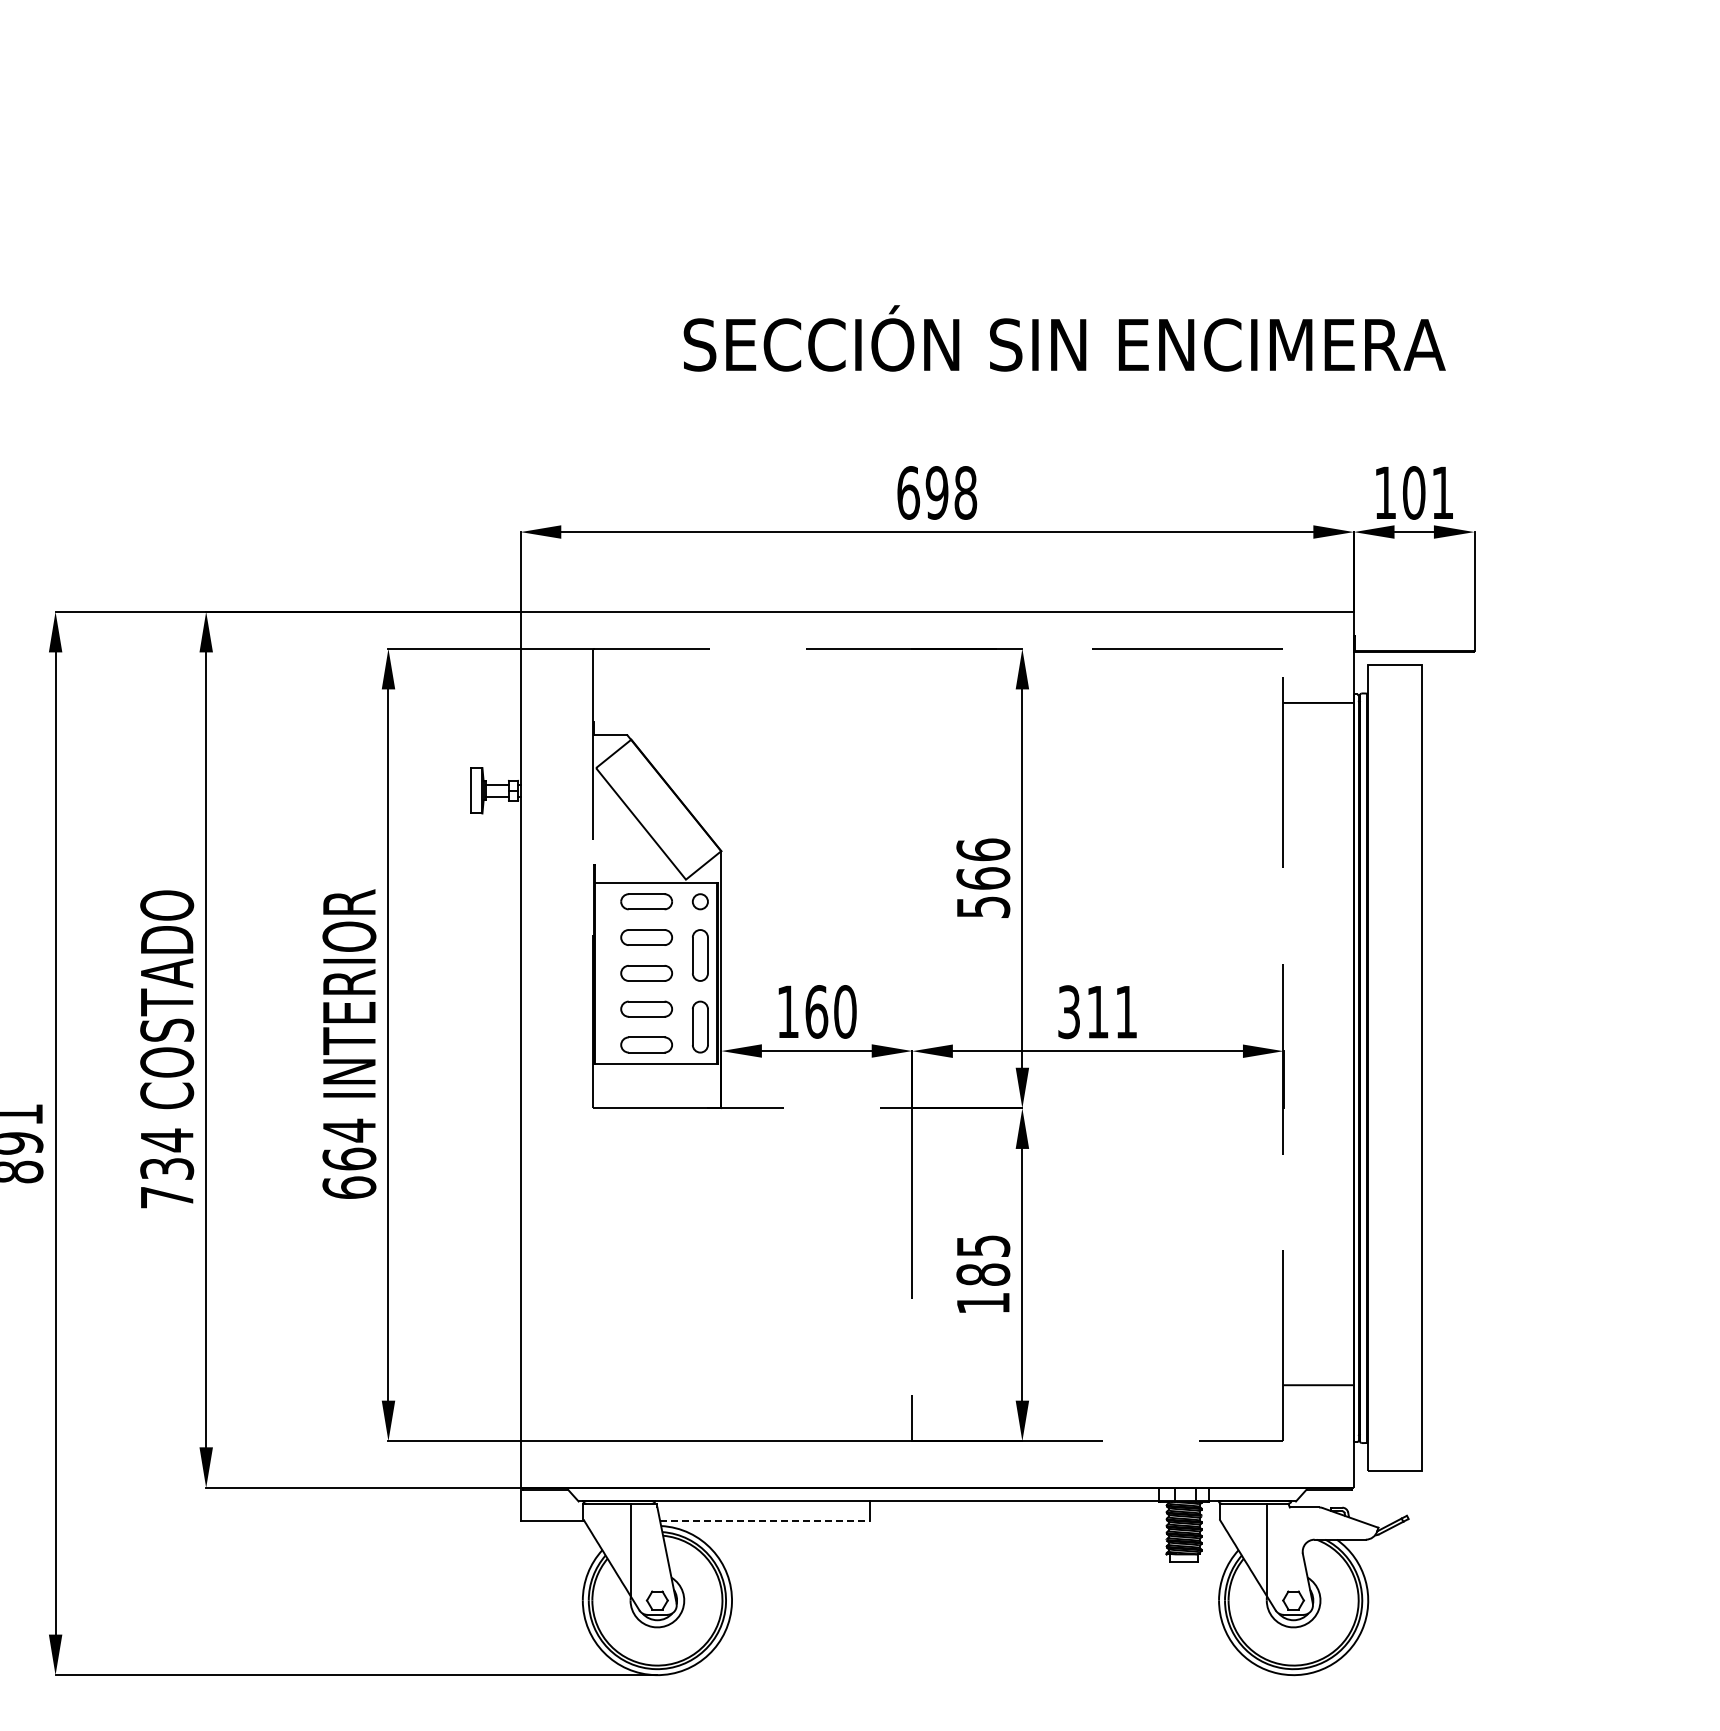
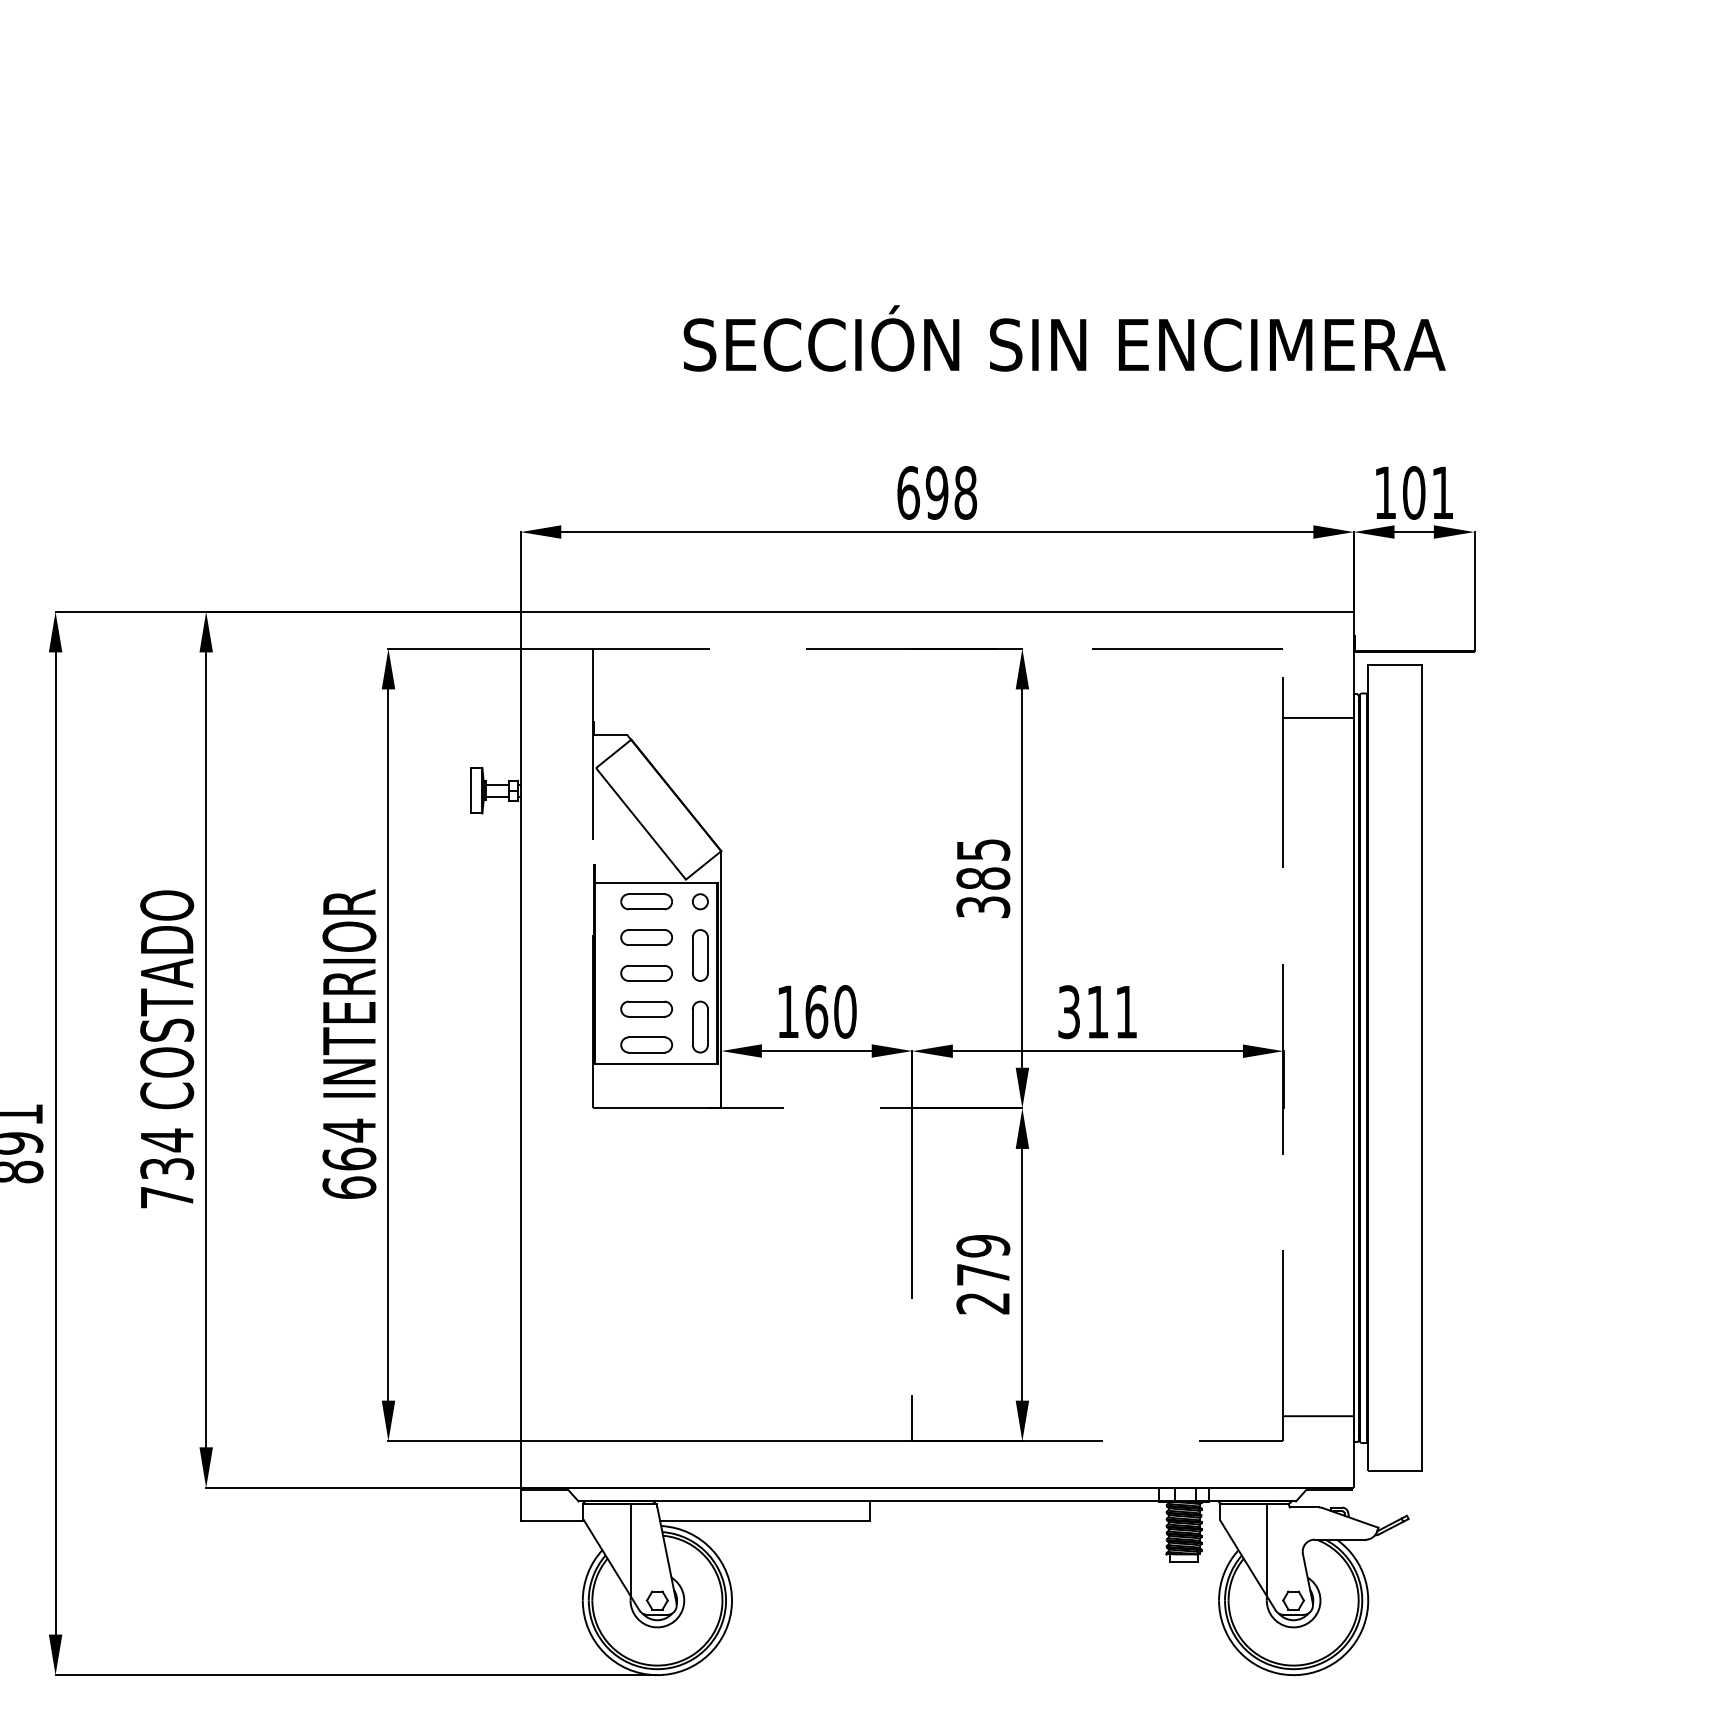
line at (1318, 702) position: (1318, 702) -> (1318, 717)
text at (983, 877): 566 -> 385
text at (983, 1274): 185 -> 279
line at (1318, 1385) position: (1318, 1385) -> (1318, 1416)
line at (764, 1520): dashed -> solid
